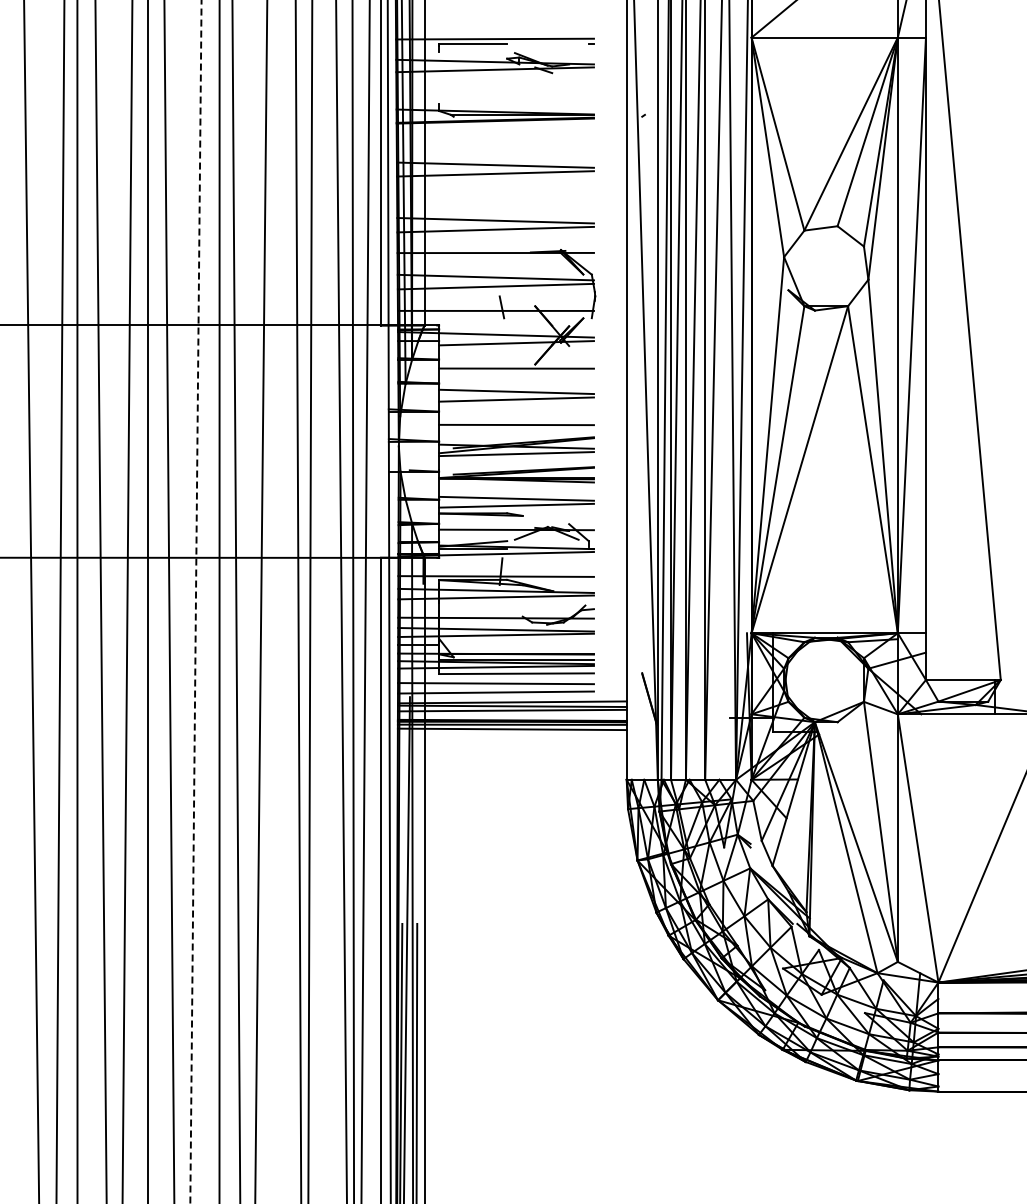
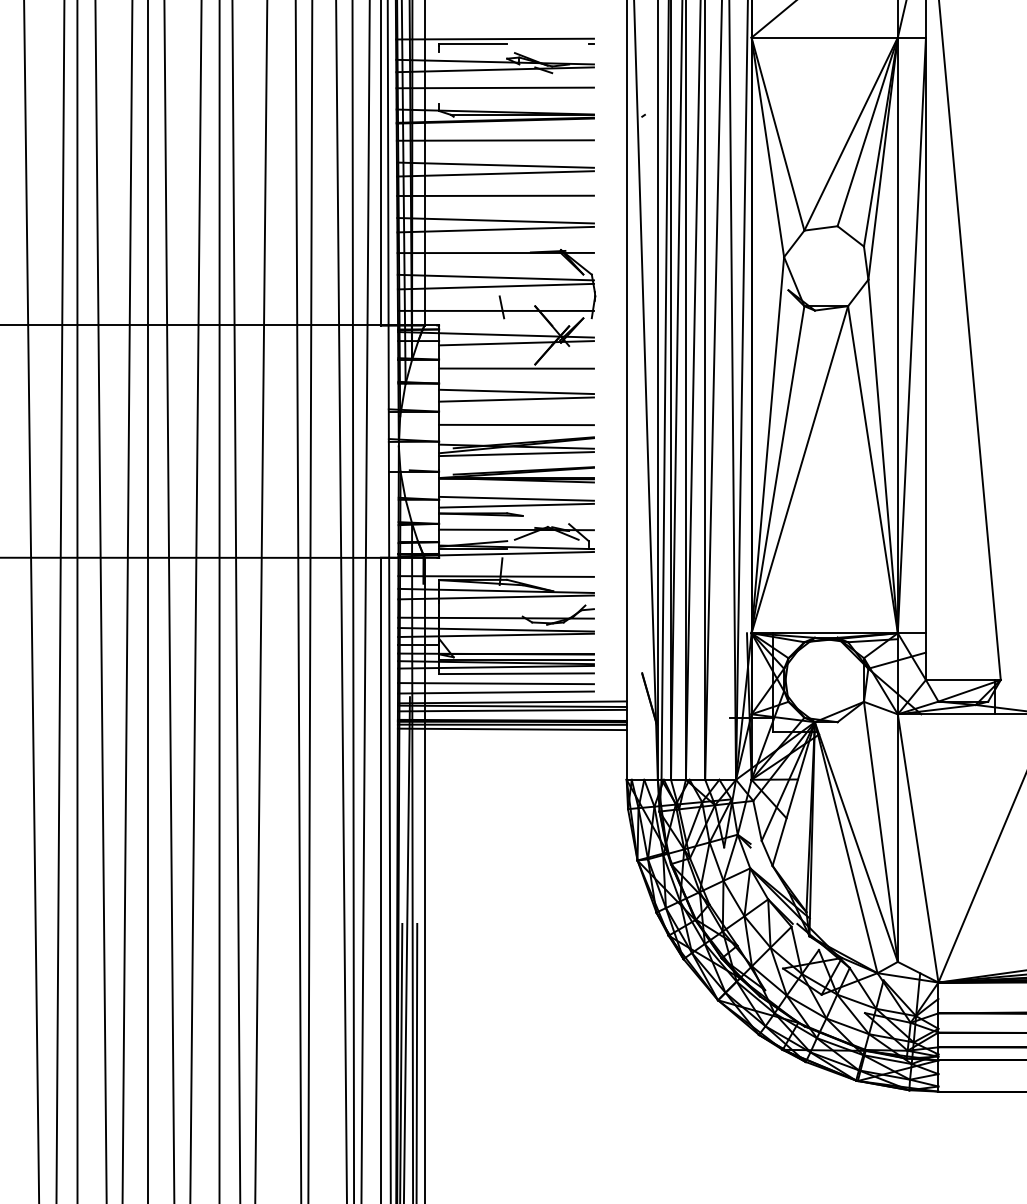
line at (494, 87): none -> present
line at (494, 140): none -> present
line at (495, 195): none -> present
line at (195, 602): dashed -> solid
